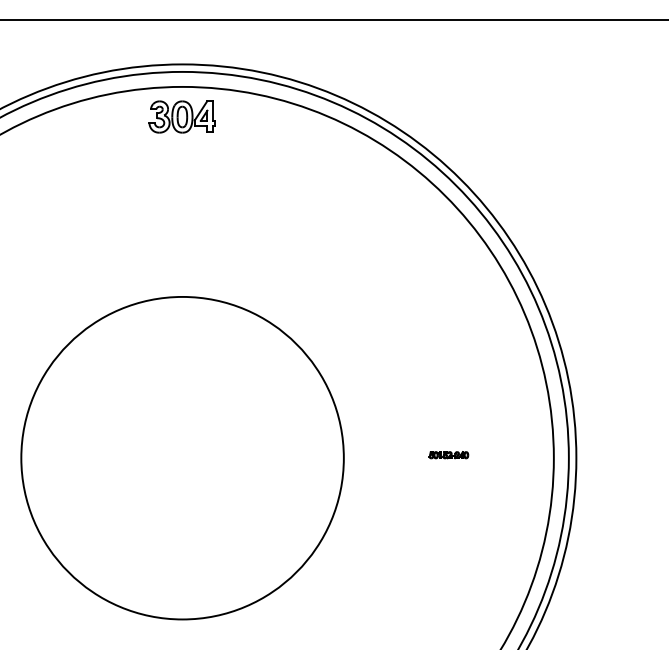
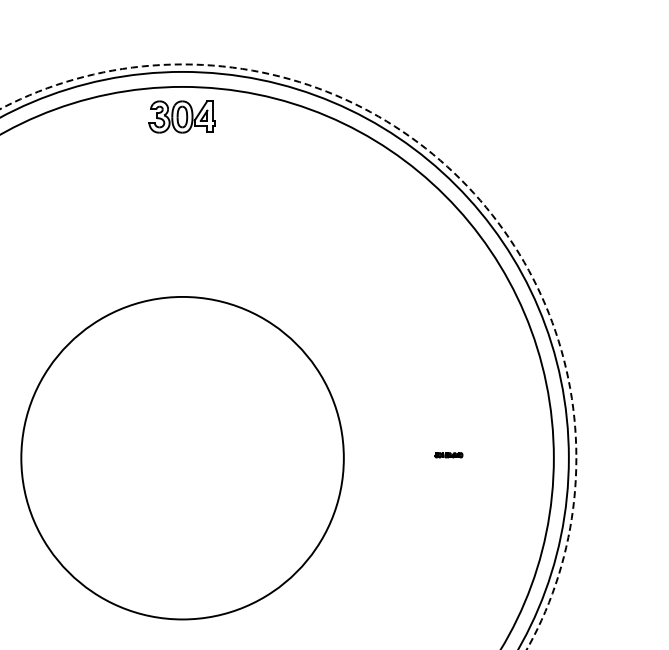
line at (333, 19): present -> none
circle at (288, 356): solid -> dashed
part at (448, 455) size: 42x9 px -> 30x7 px
